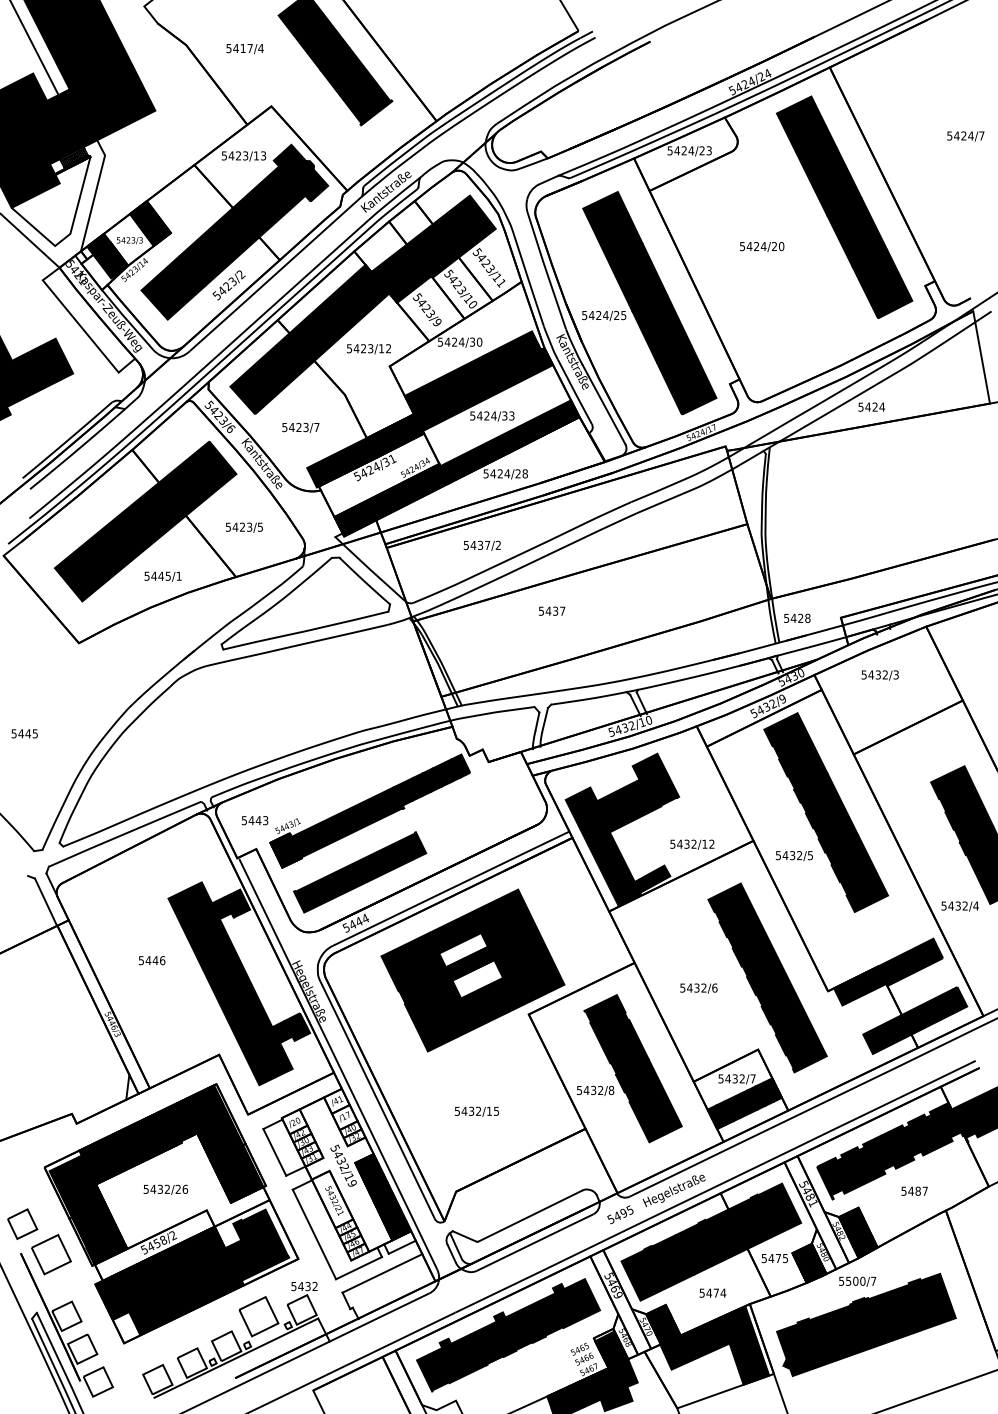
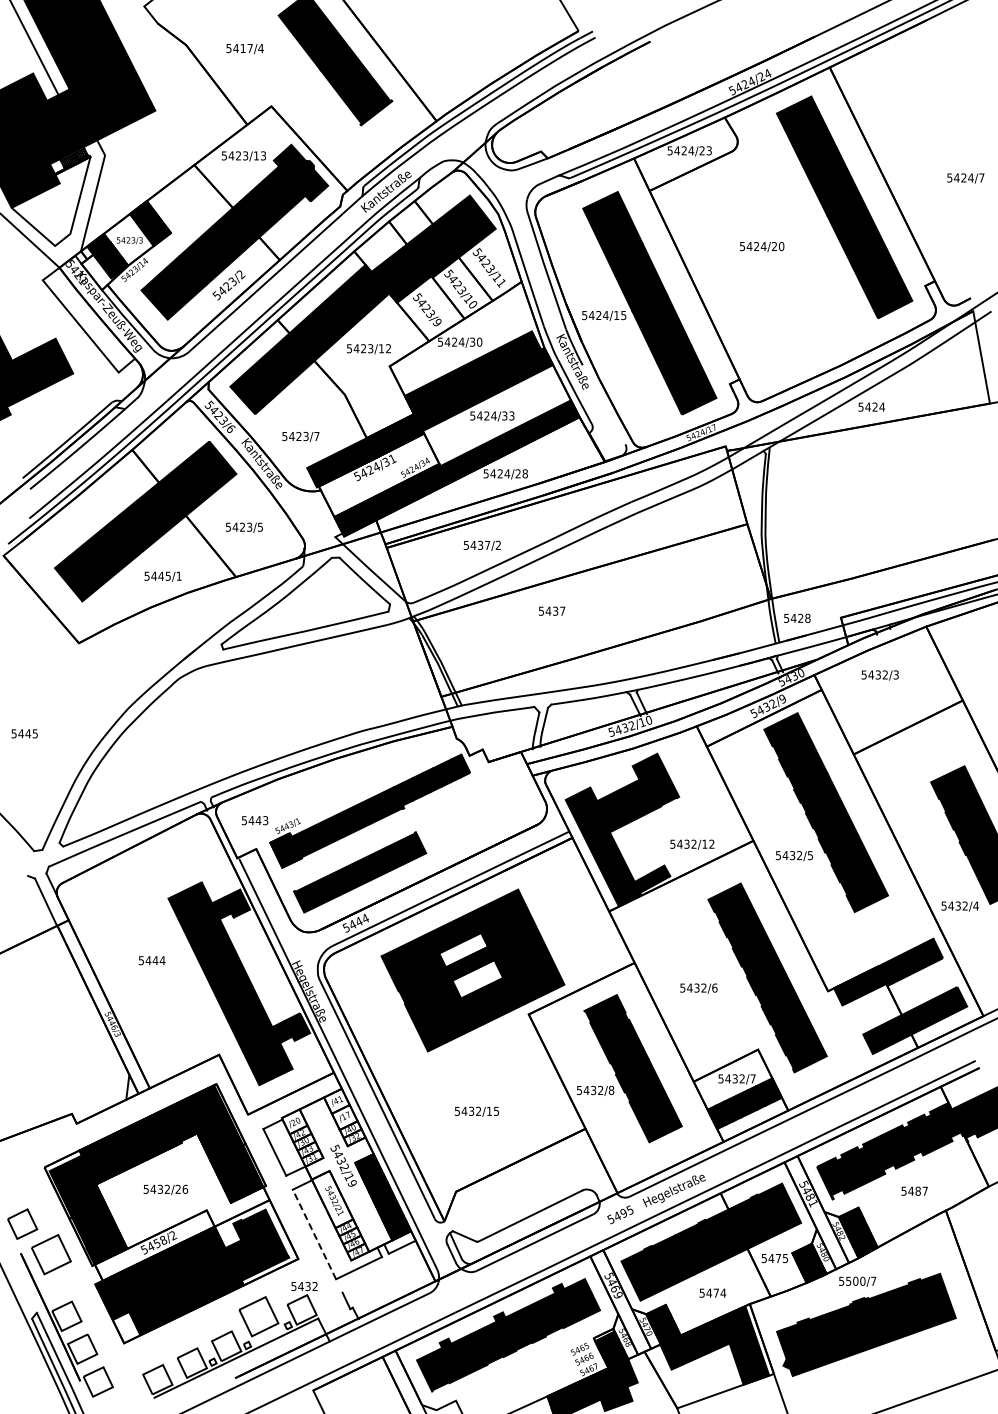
text at (965, 136) position: (965, 136) -> (965, 178)
text at (616, 314): 5424/25 -> 5424/15
line at (603, 404): present -> none
text at (300, 427) position: (300, 427) -> (300, 436)
text at (162, 960): 5446 -> 5444
line at (314, 1234): solid -> dashed
line at (382, 1273): present -> none
